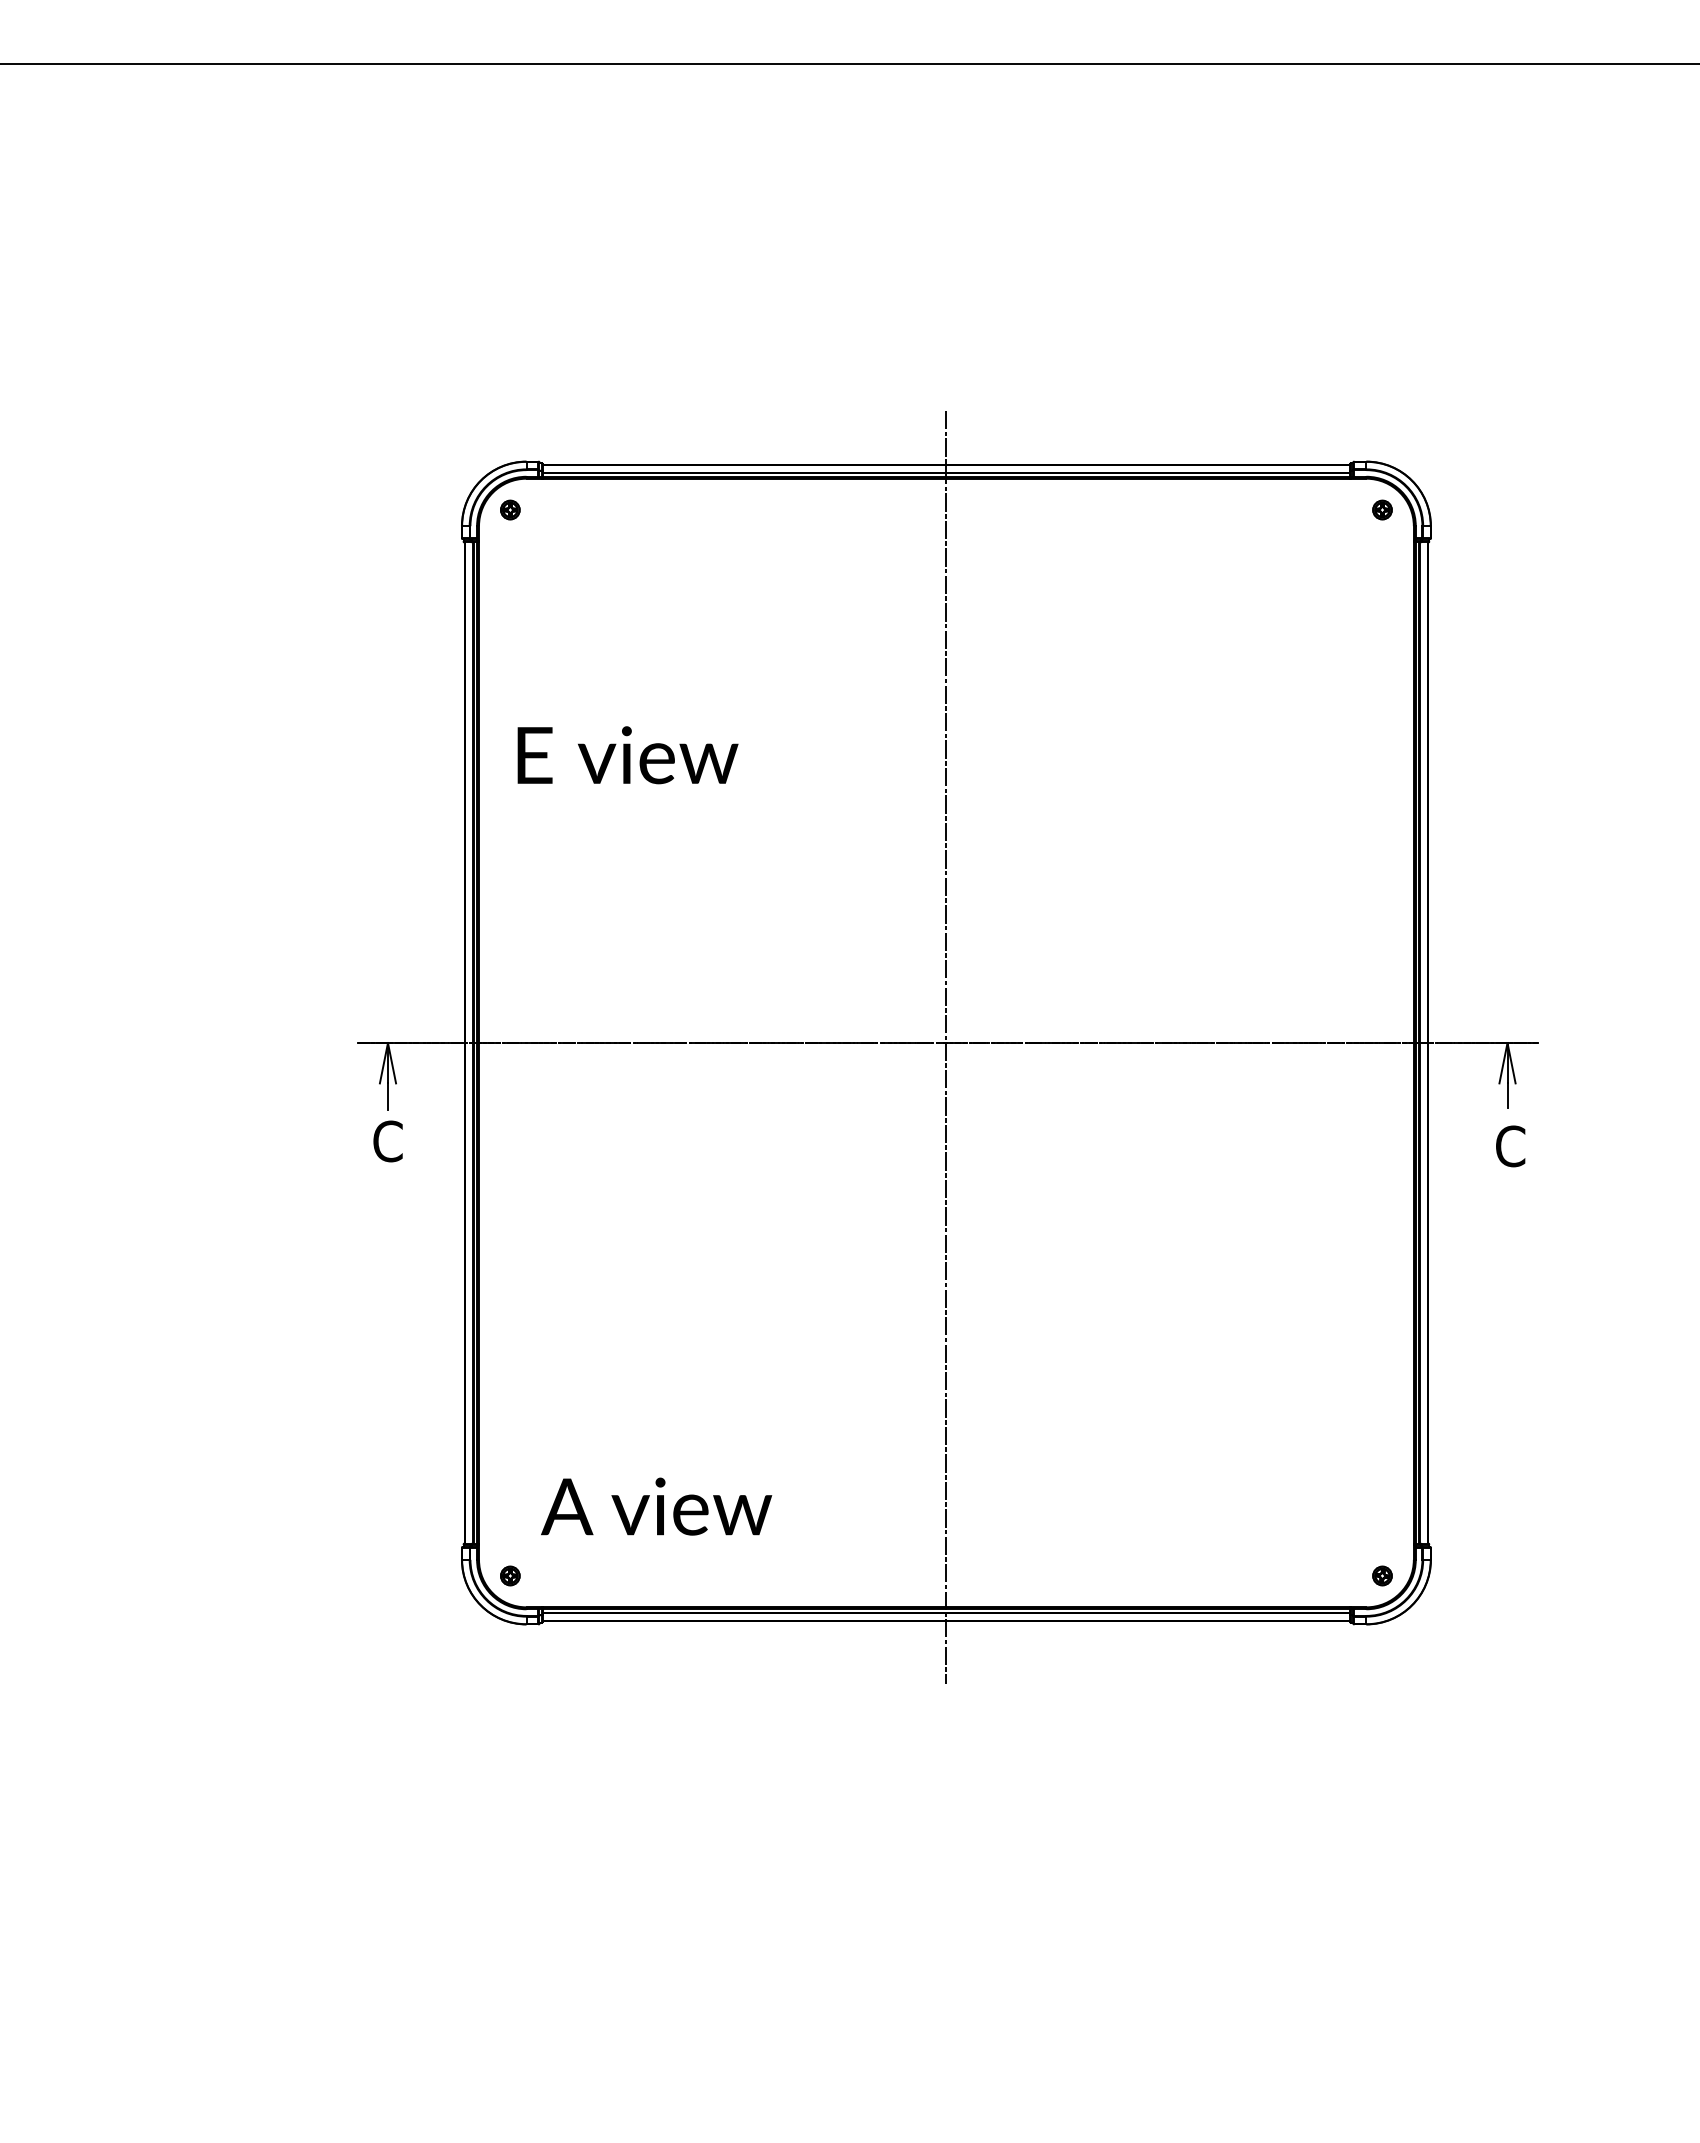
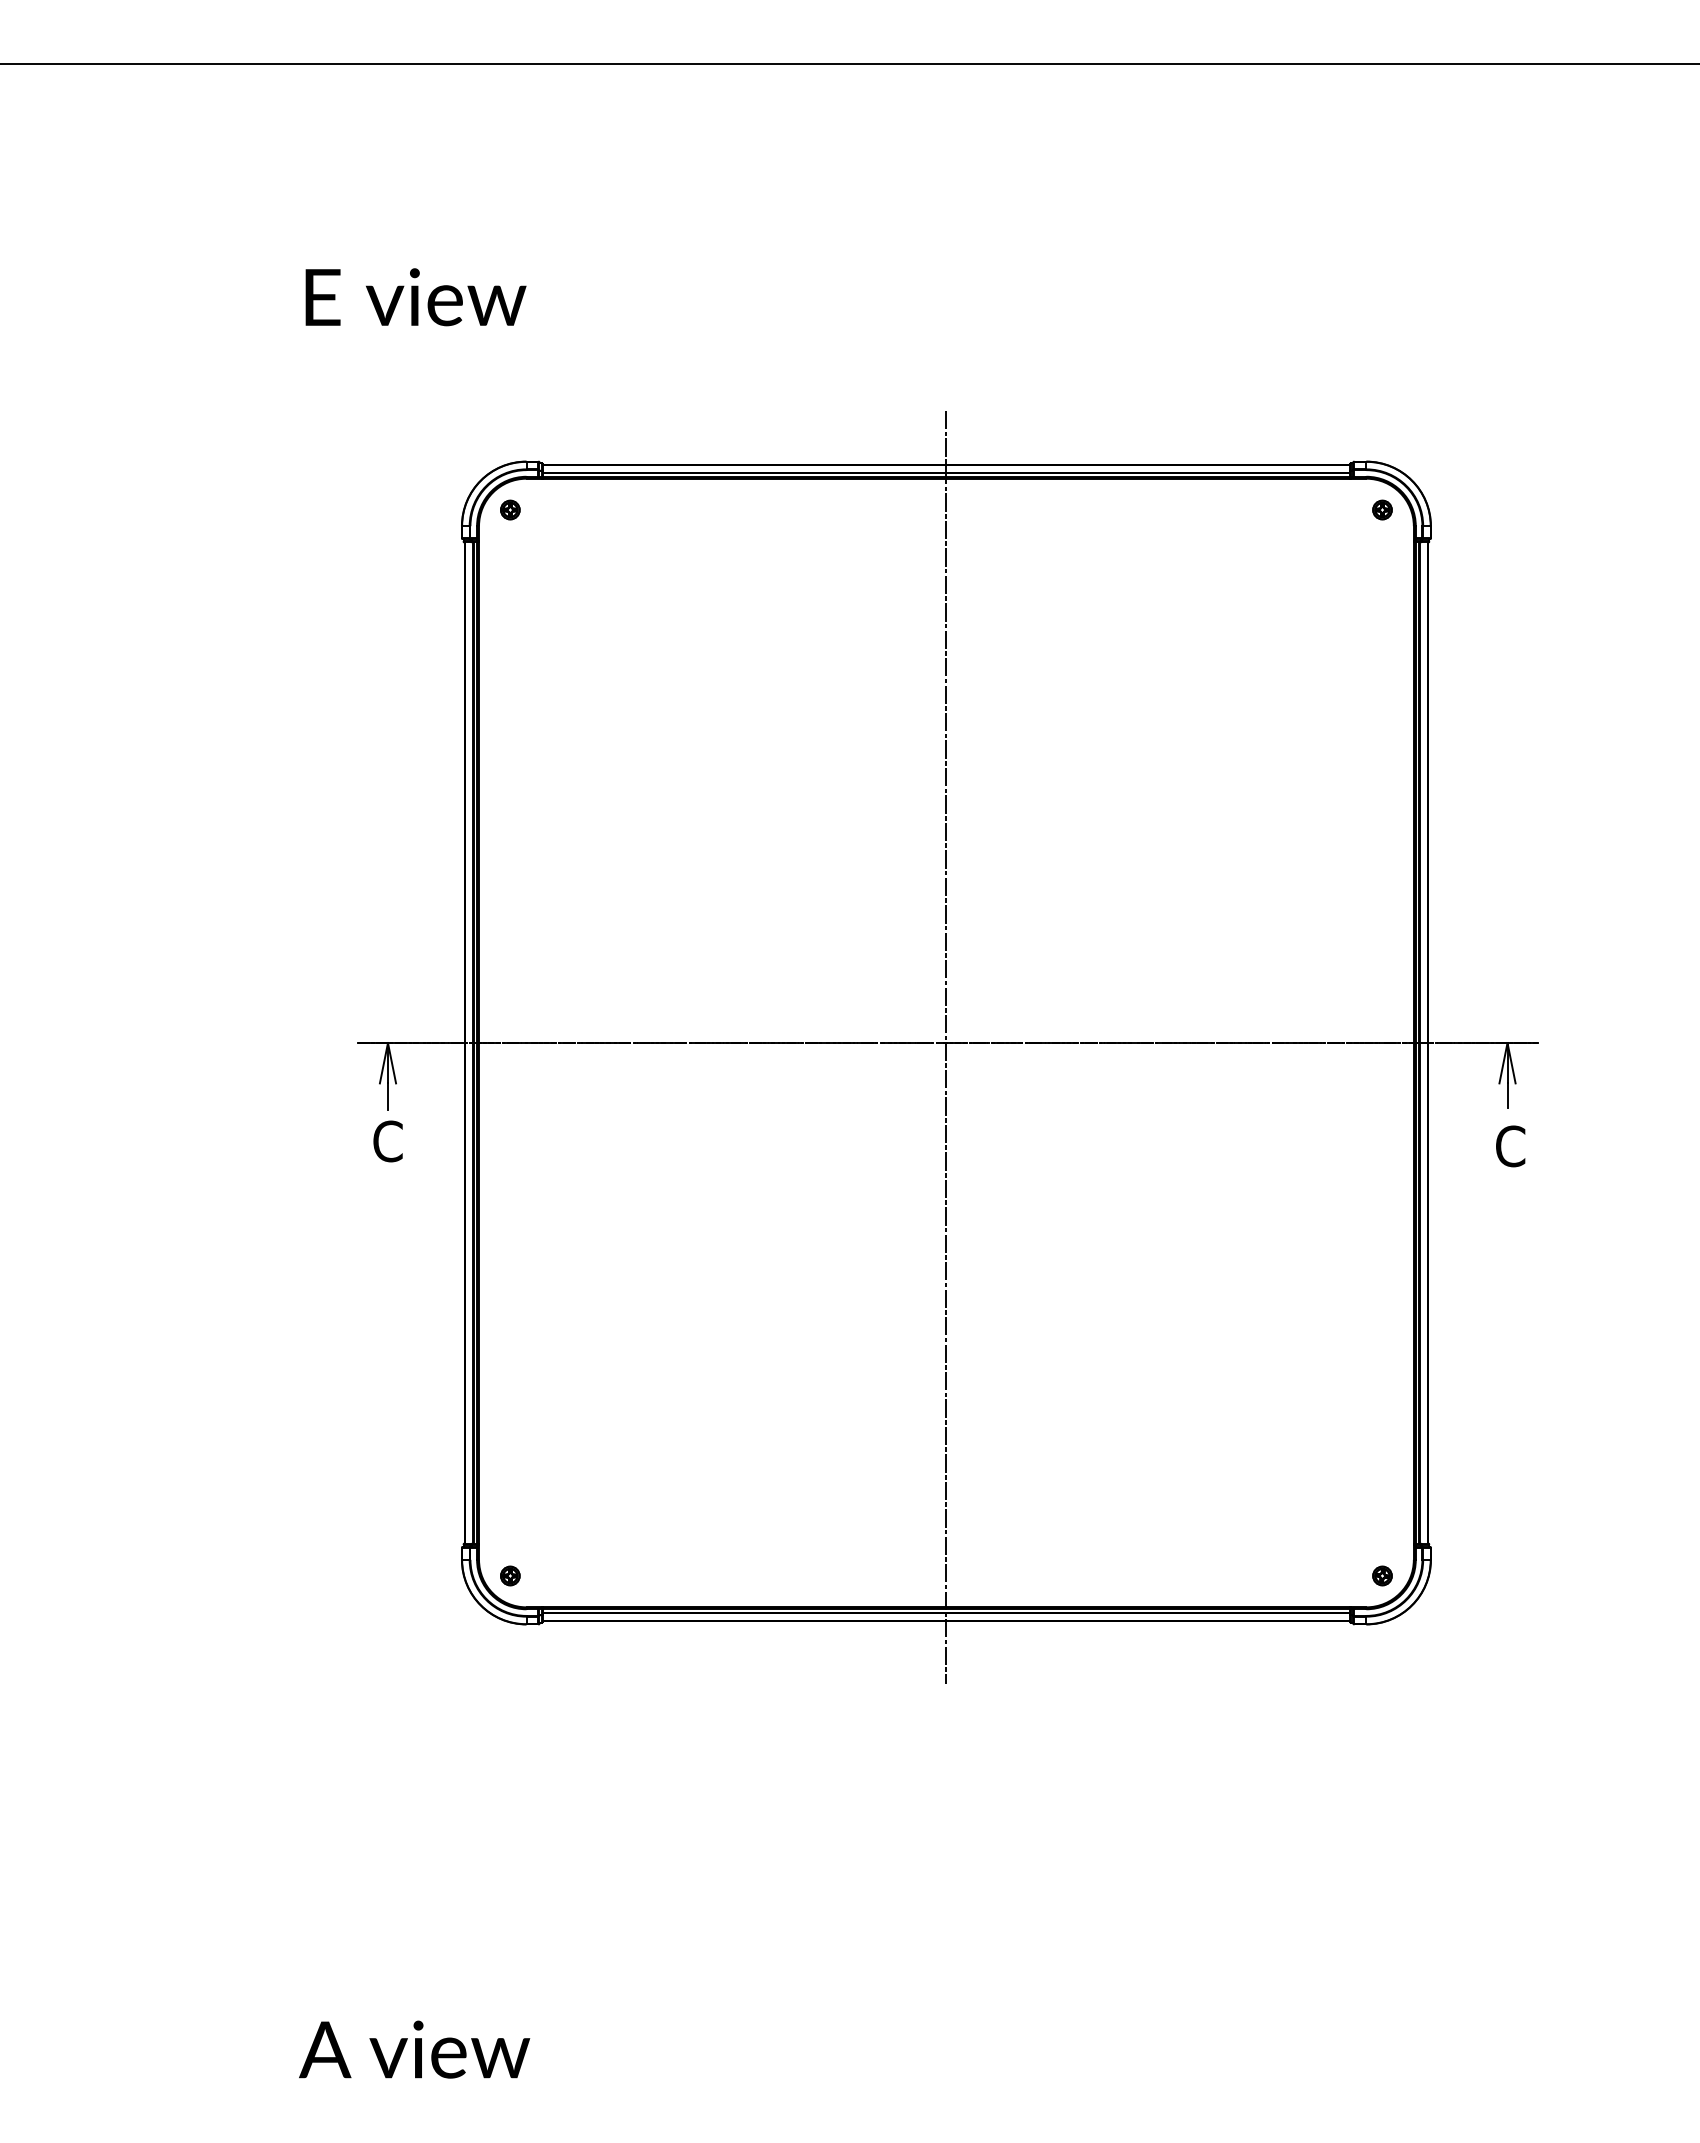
text at (627, 755) position: (627, 755) -> (415, 297)
text at (656, 1506) position: (656, 1506) -> (414, 2049)
